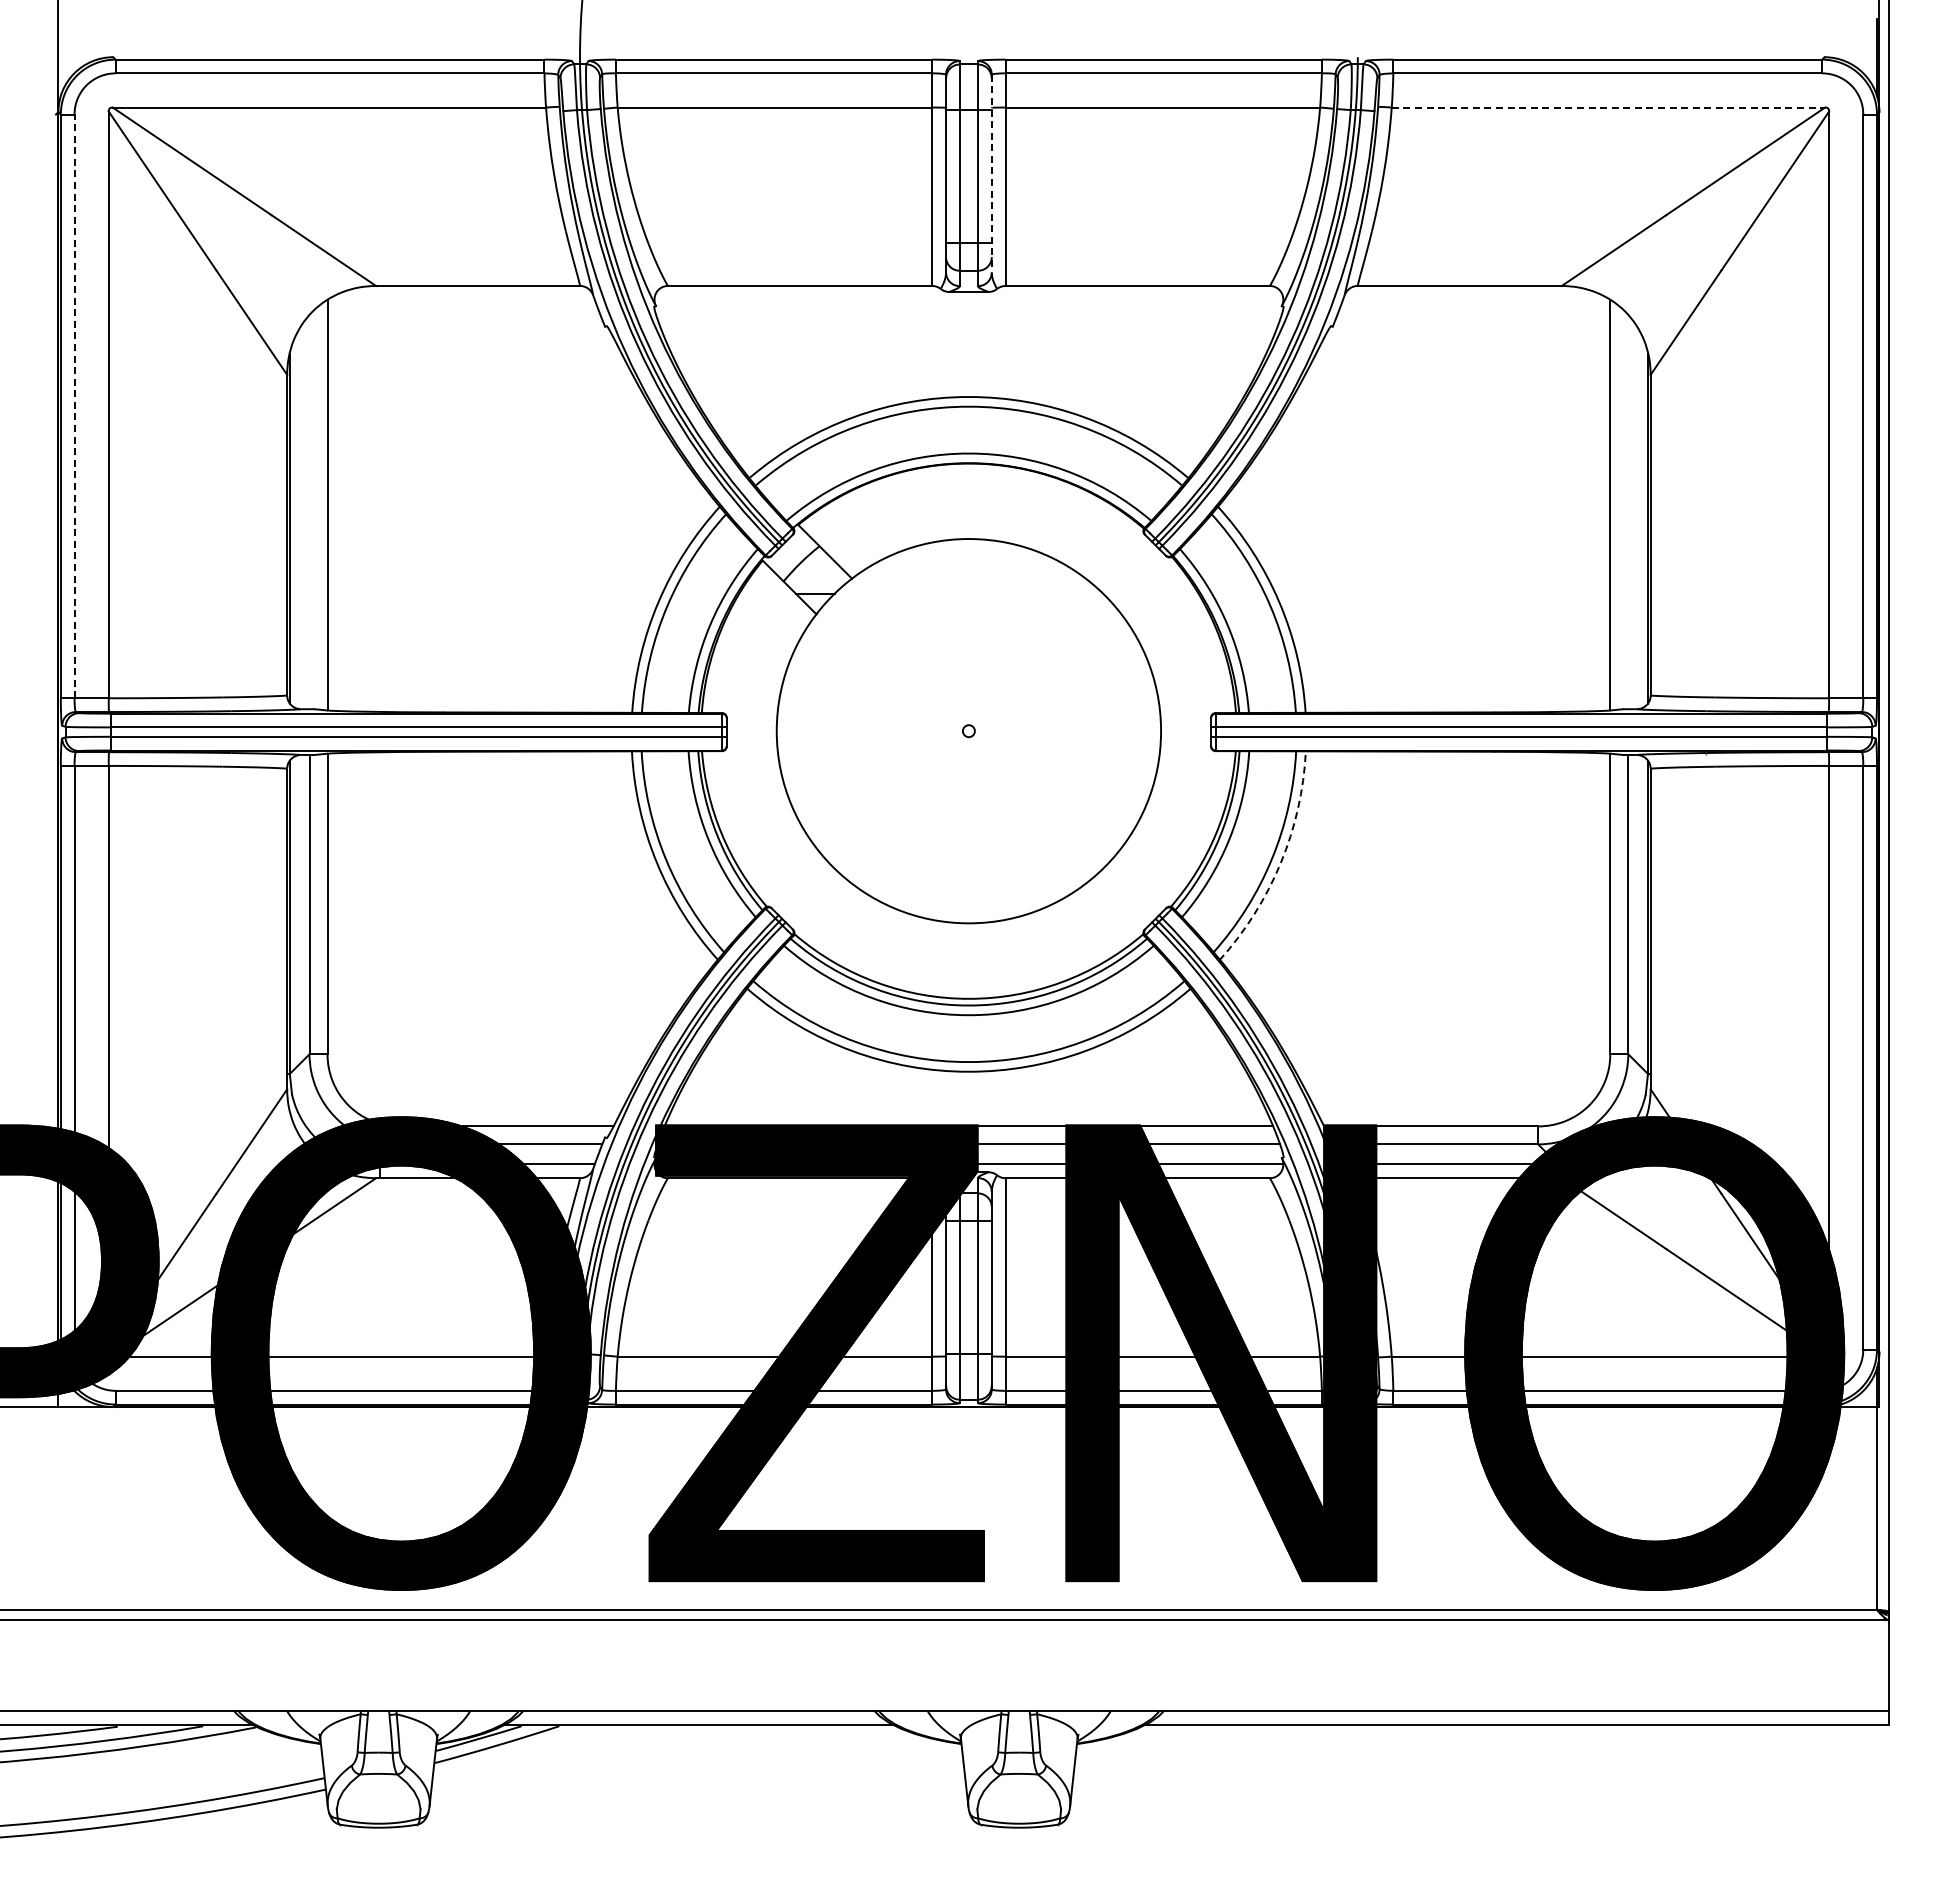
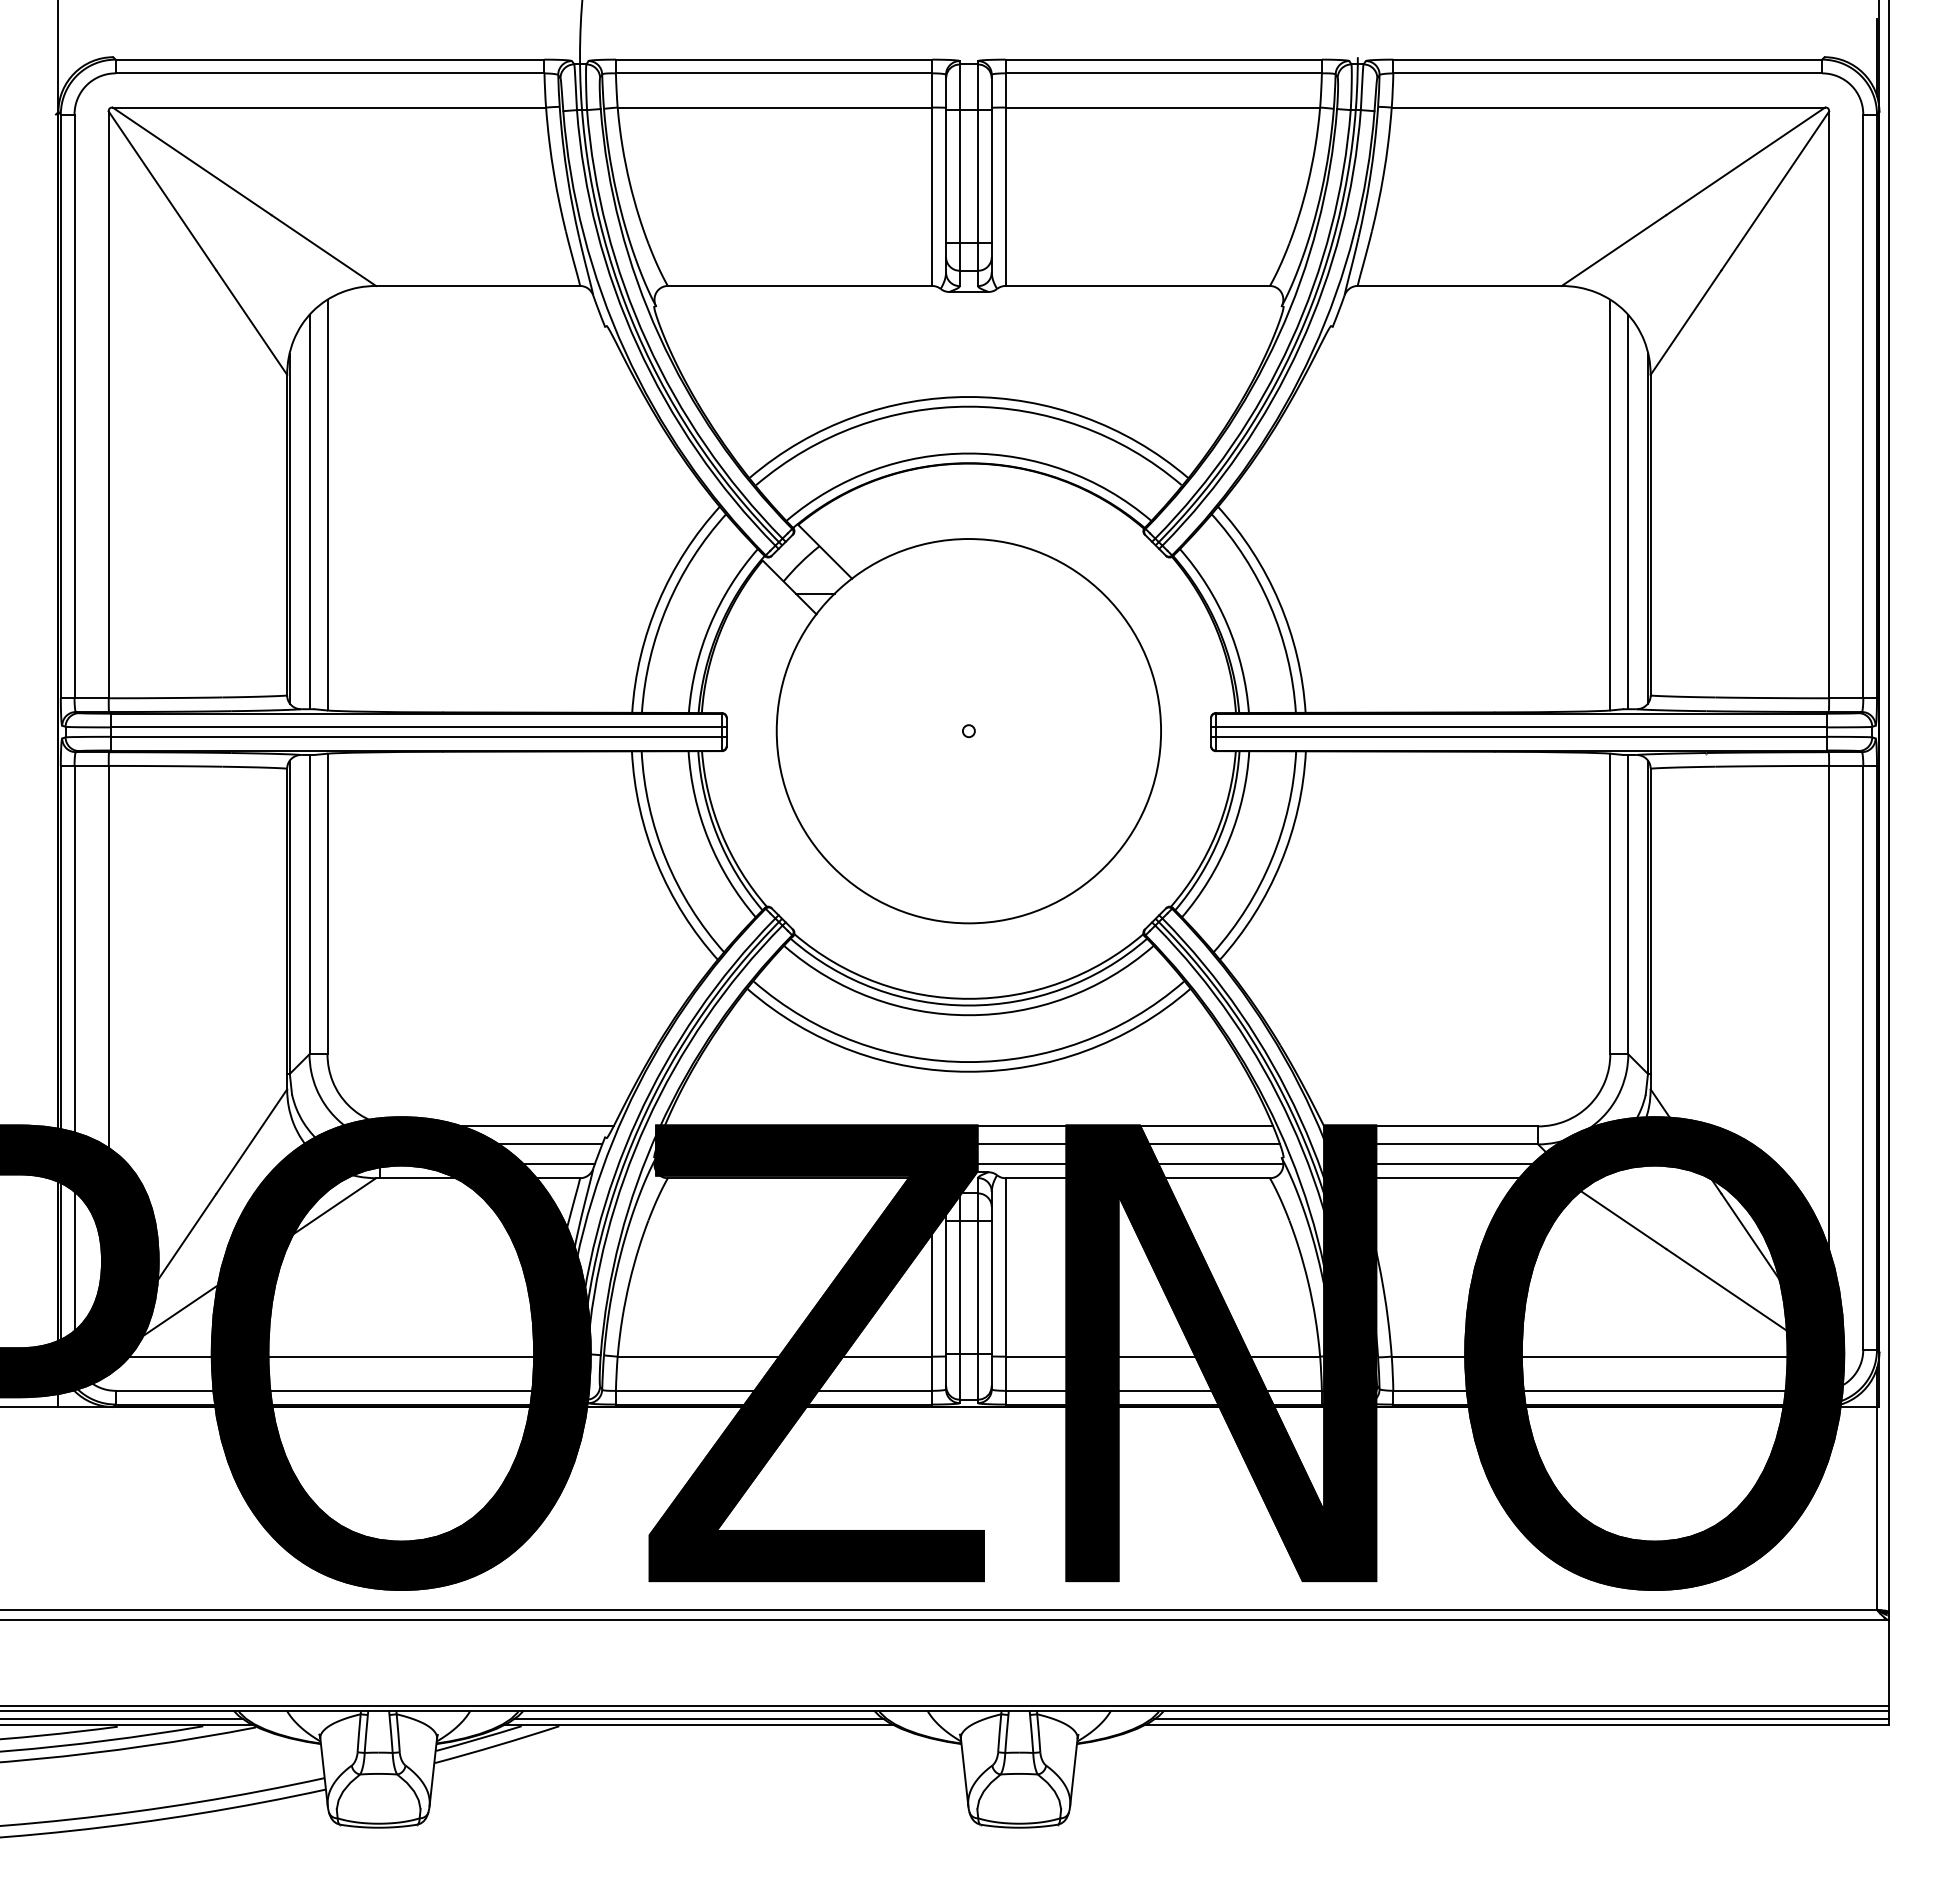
line at (1608, 107): dashed -> solid
line at (991, 173): dashed -> solid
line at (74, 406): dashed -> solid
line at (309, 512): none -> present
line at (1628, 512): none -> present
arc at (1280, 863): dashed -> solid
line at (945, 1705): none -> present
line at (122, 1719): none -> present
line at (698, 1719): none -> present
line at (1521, 1719): none -> present
